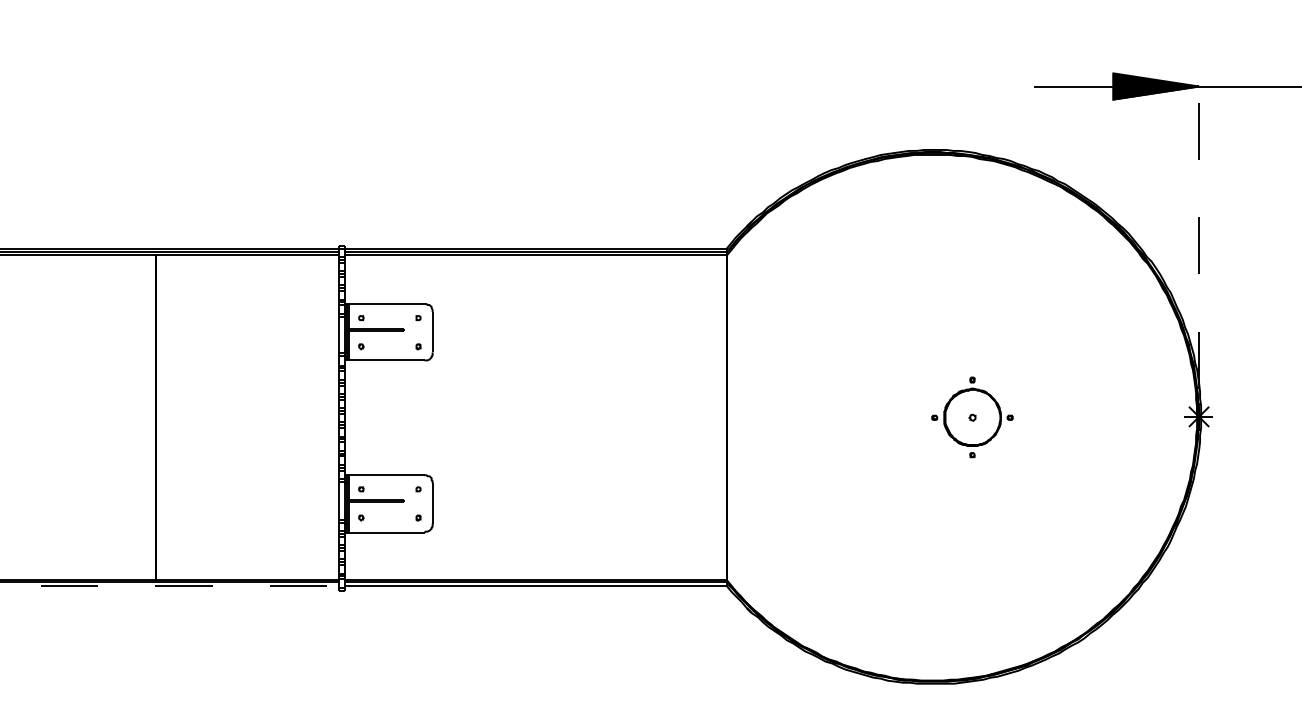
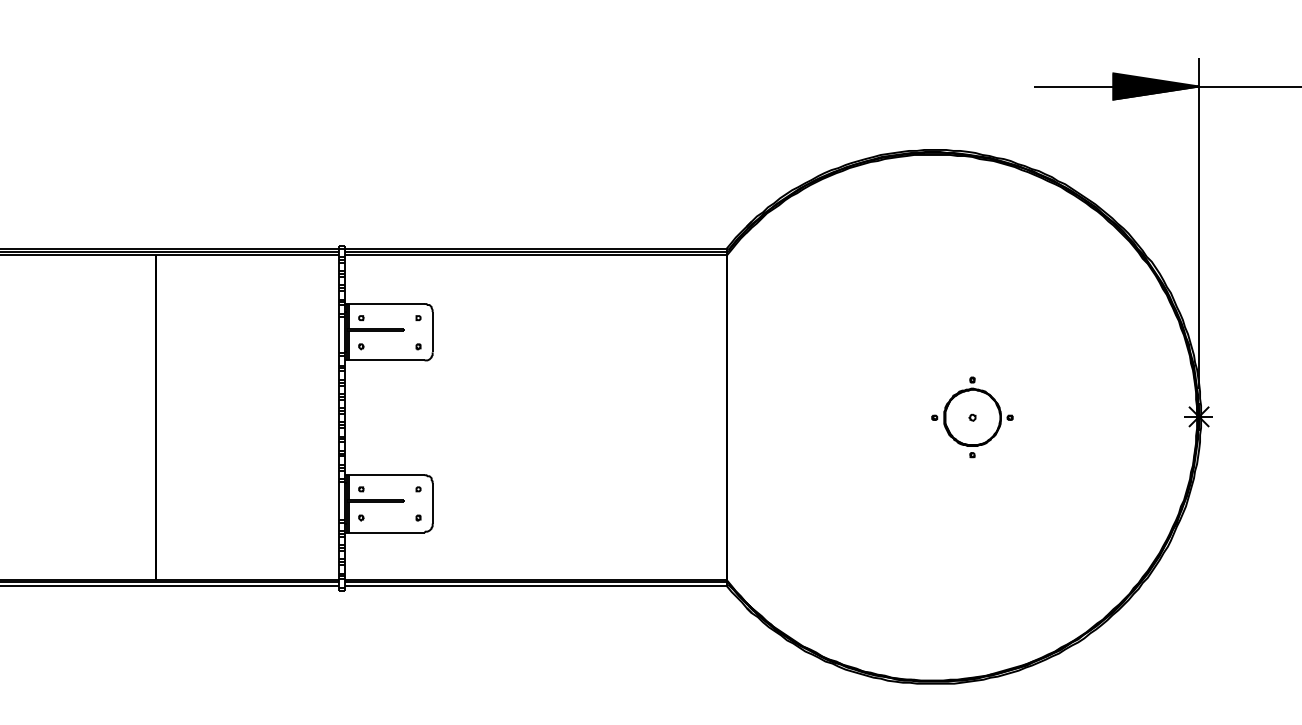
line at (1199, 222): dashed -> solid
line at (170, 586): dashed -> solid
